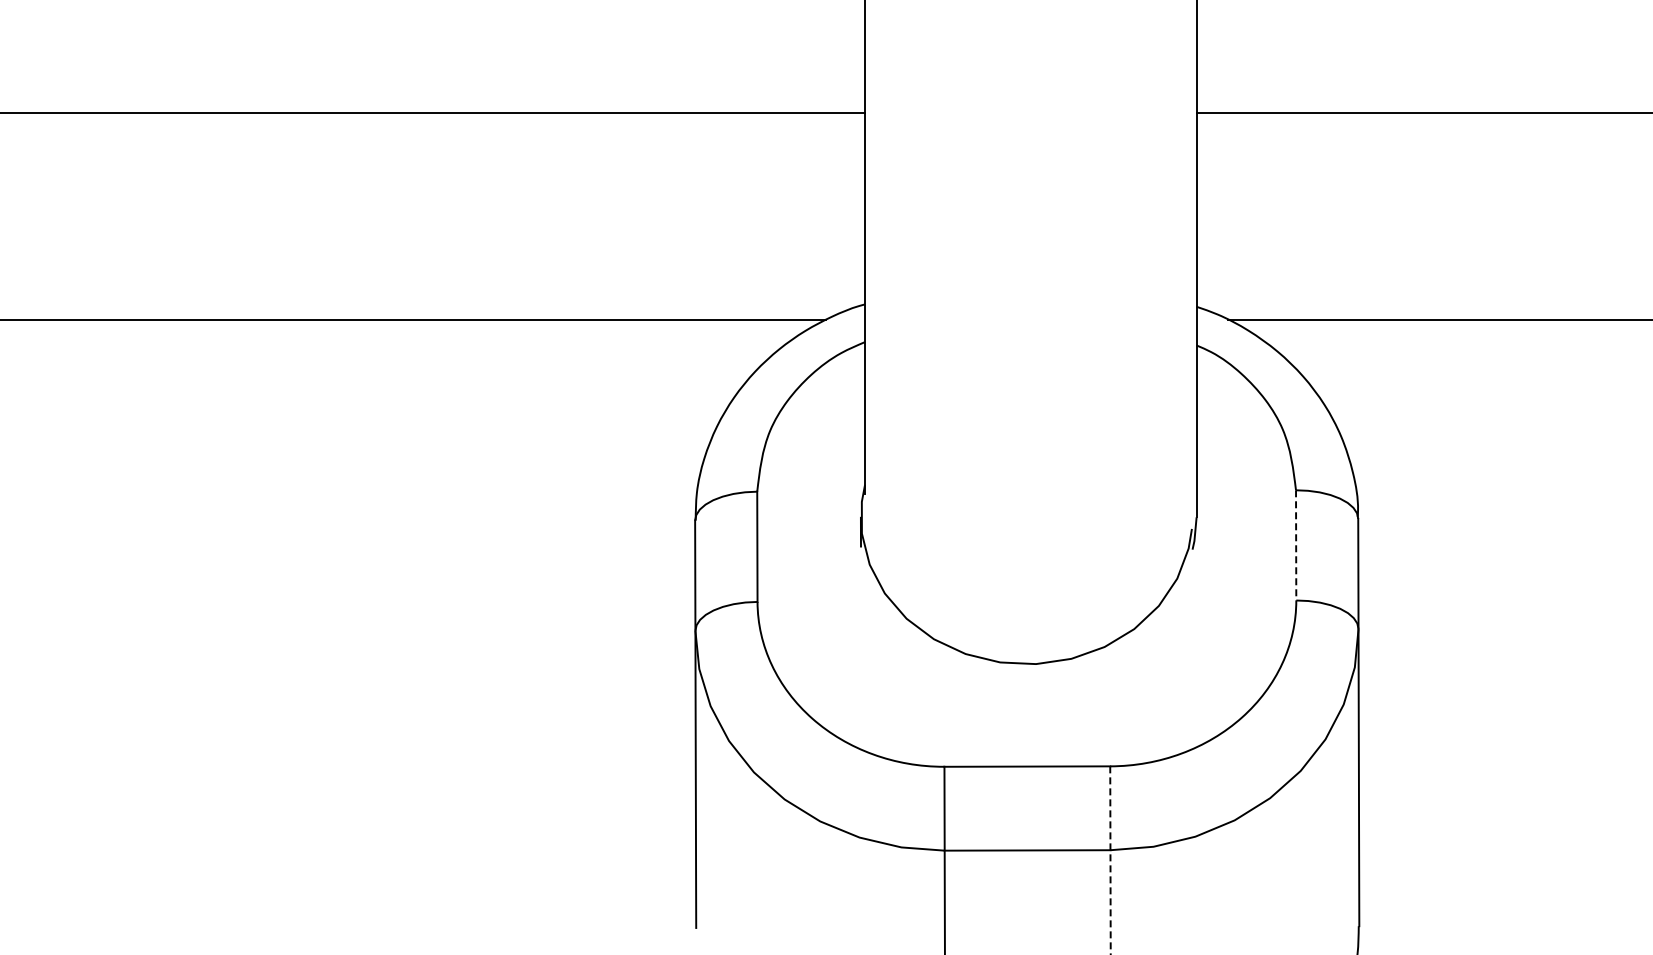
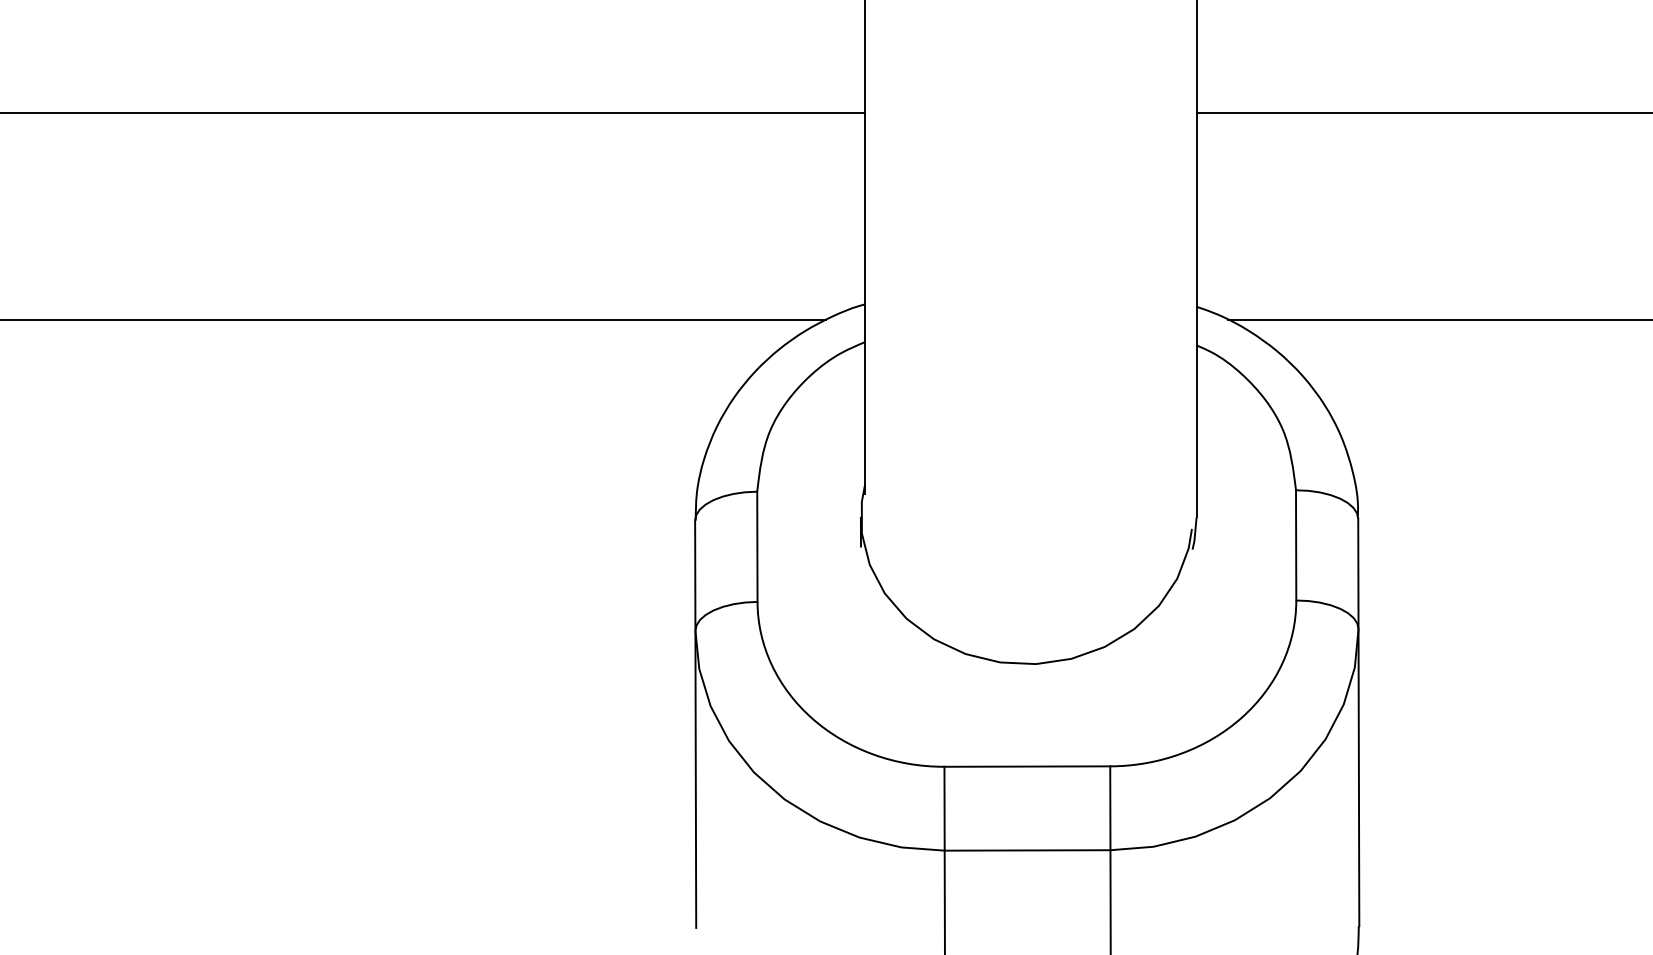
line at (1296, 545): dashed -> solid
line at (1110, 861): dashed -> solid
